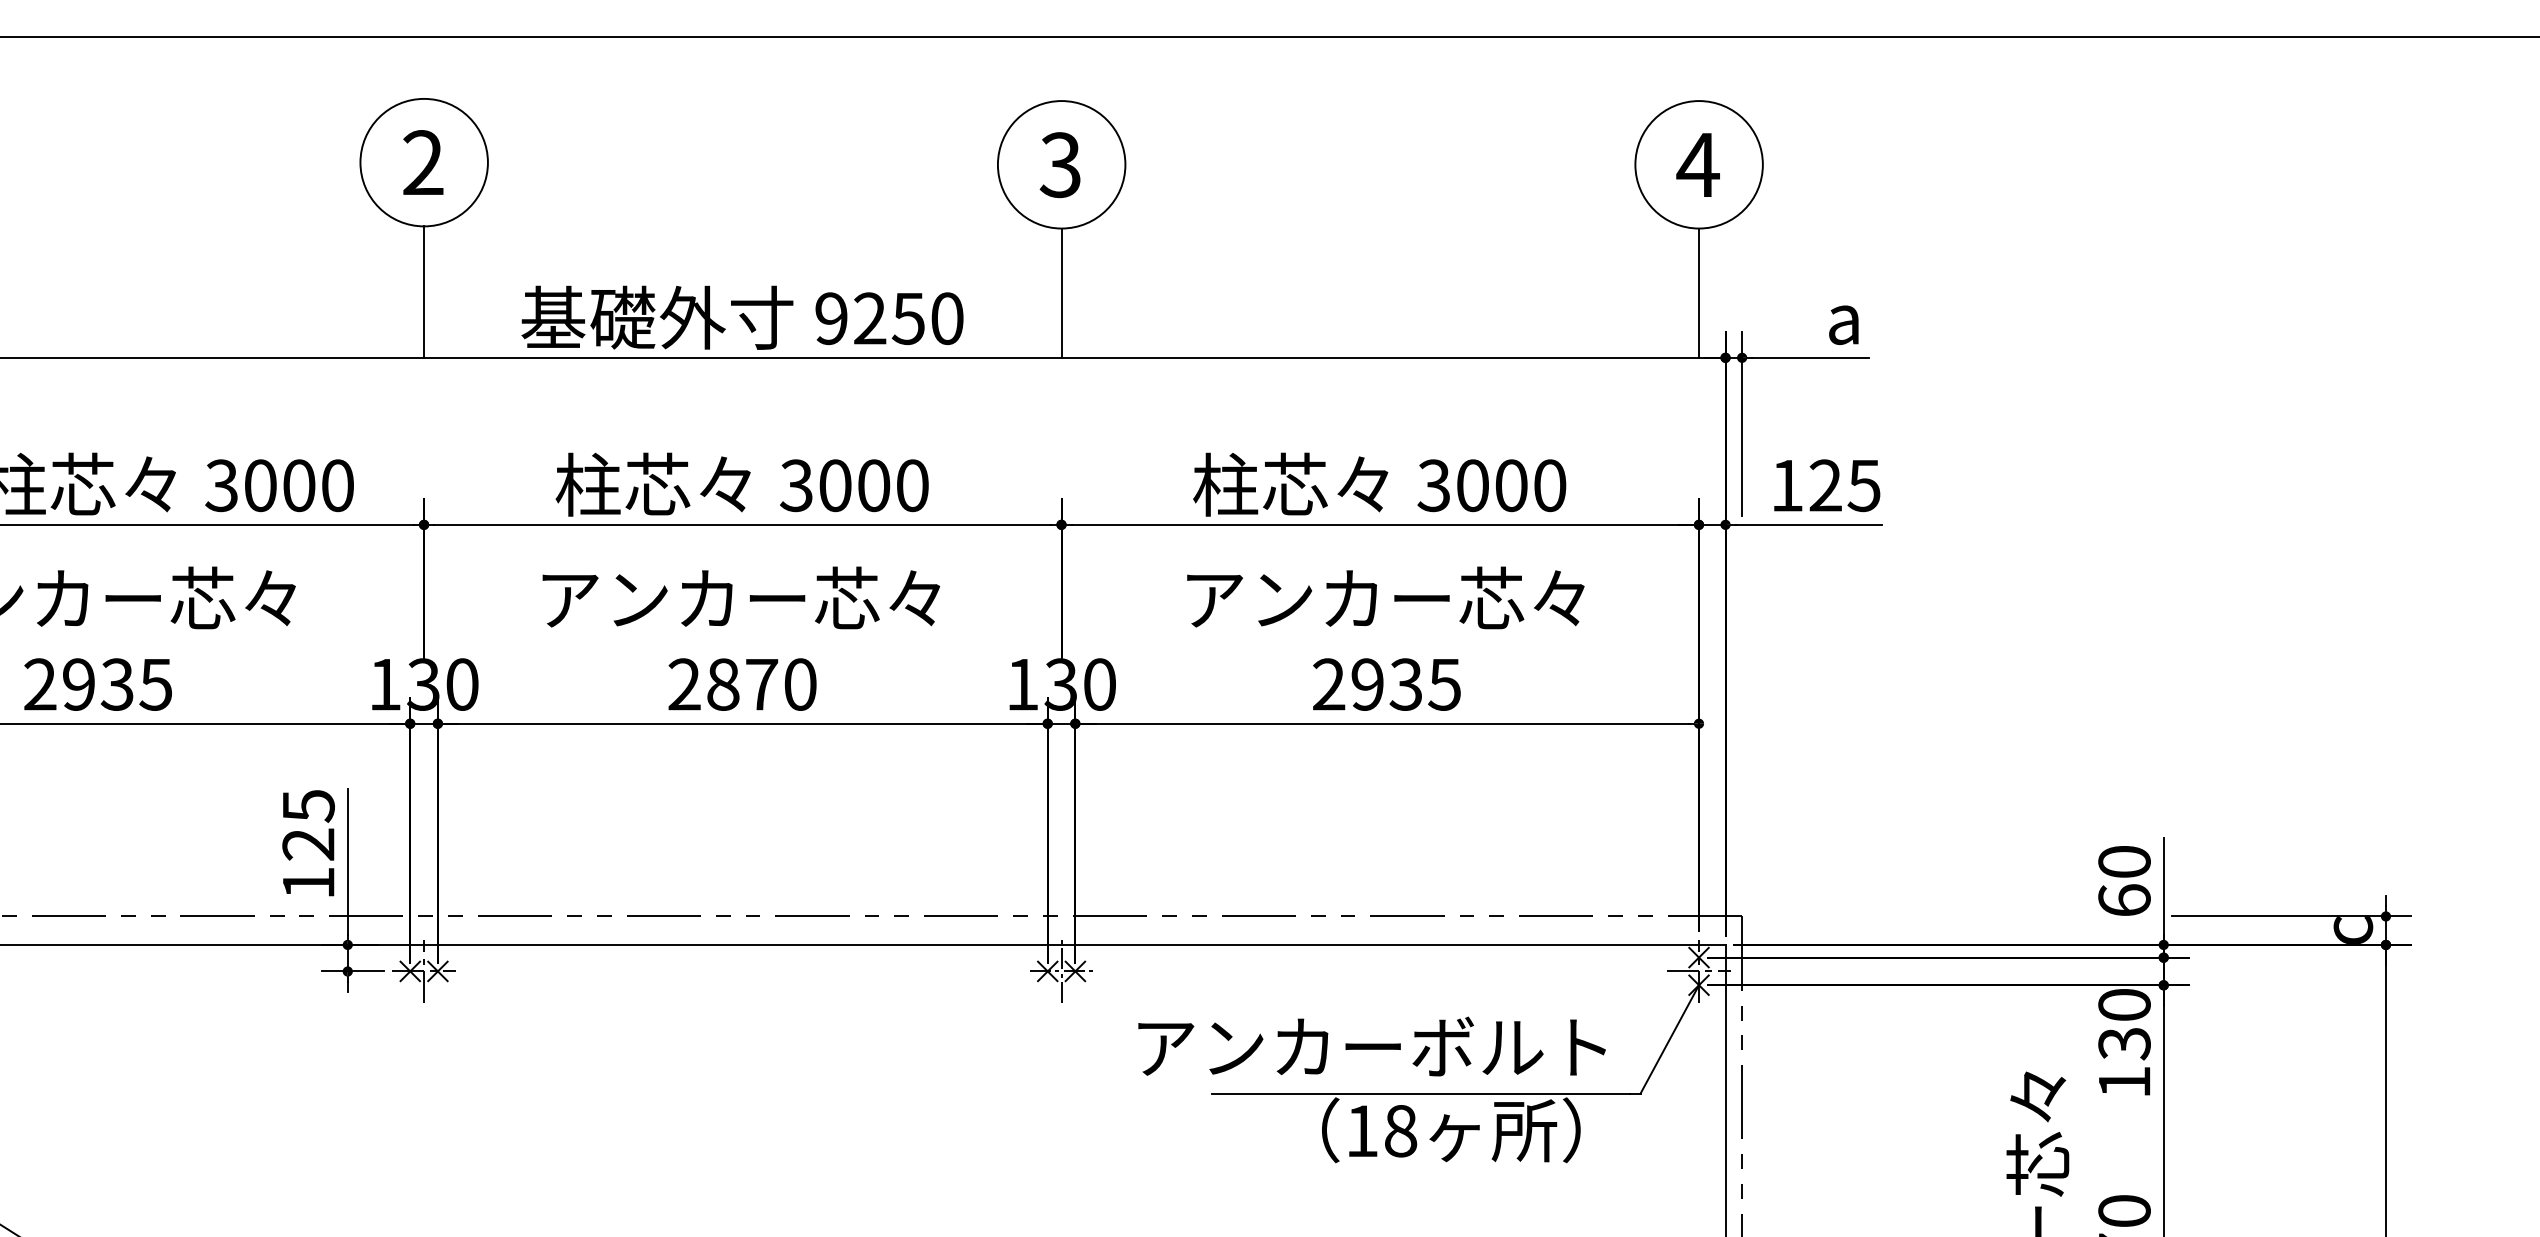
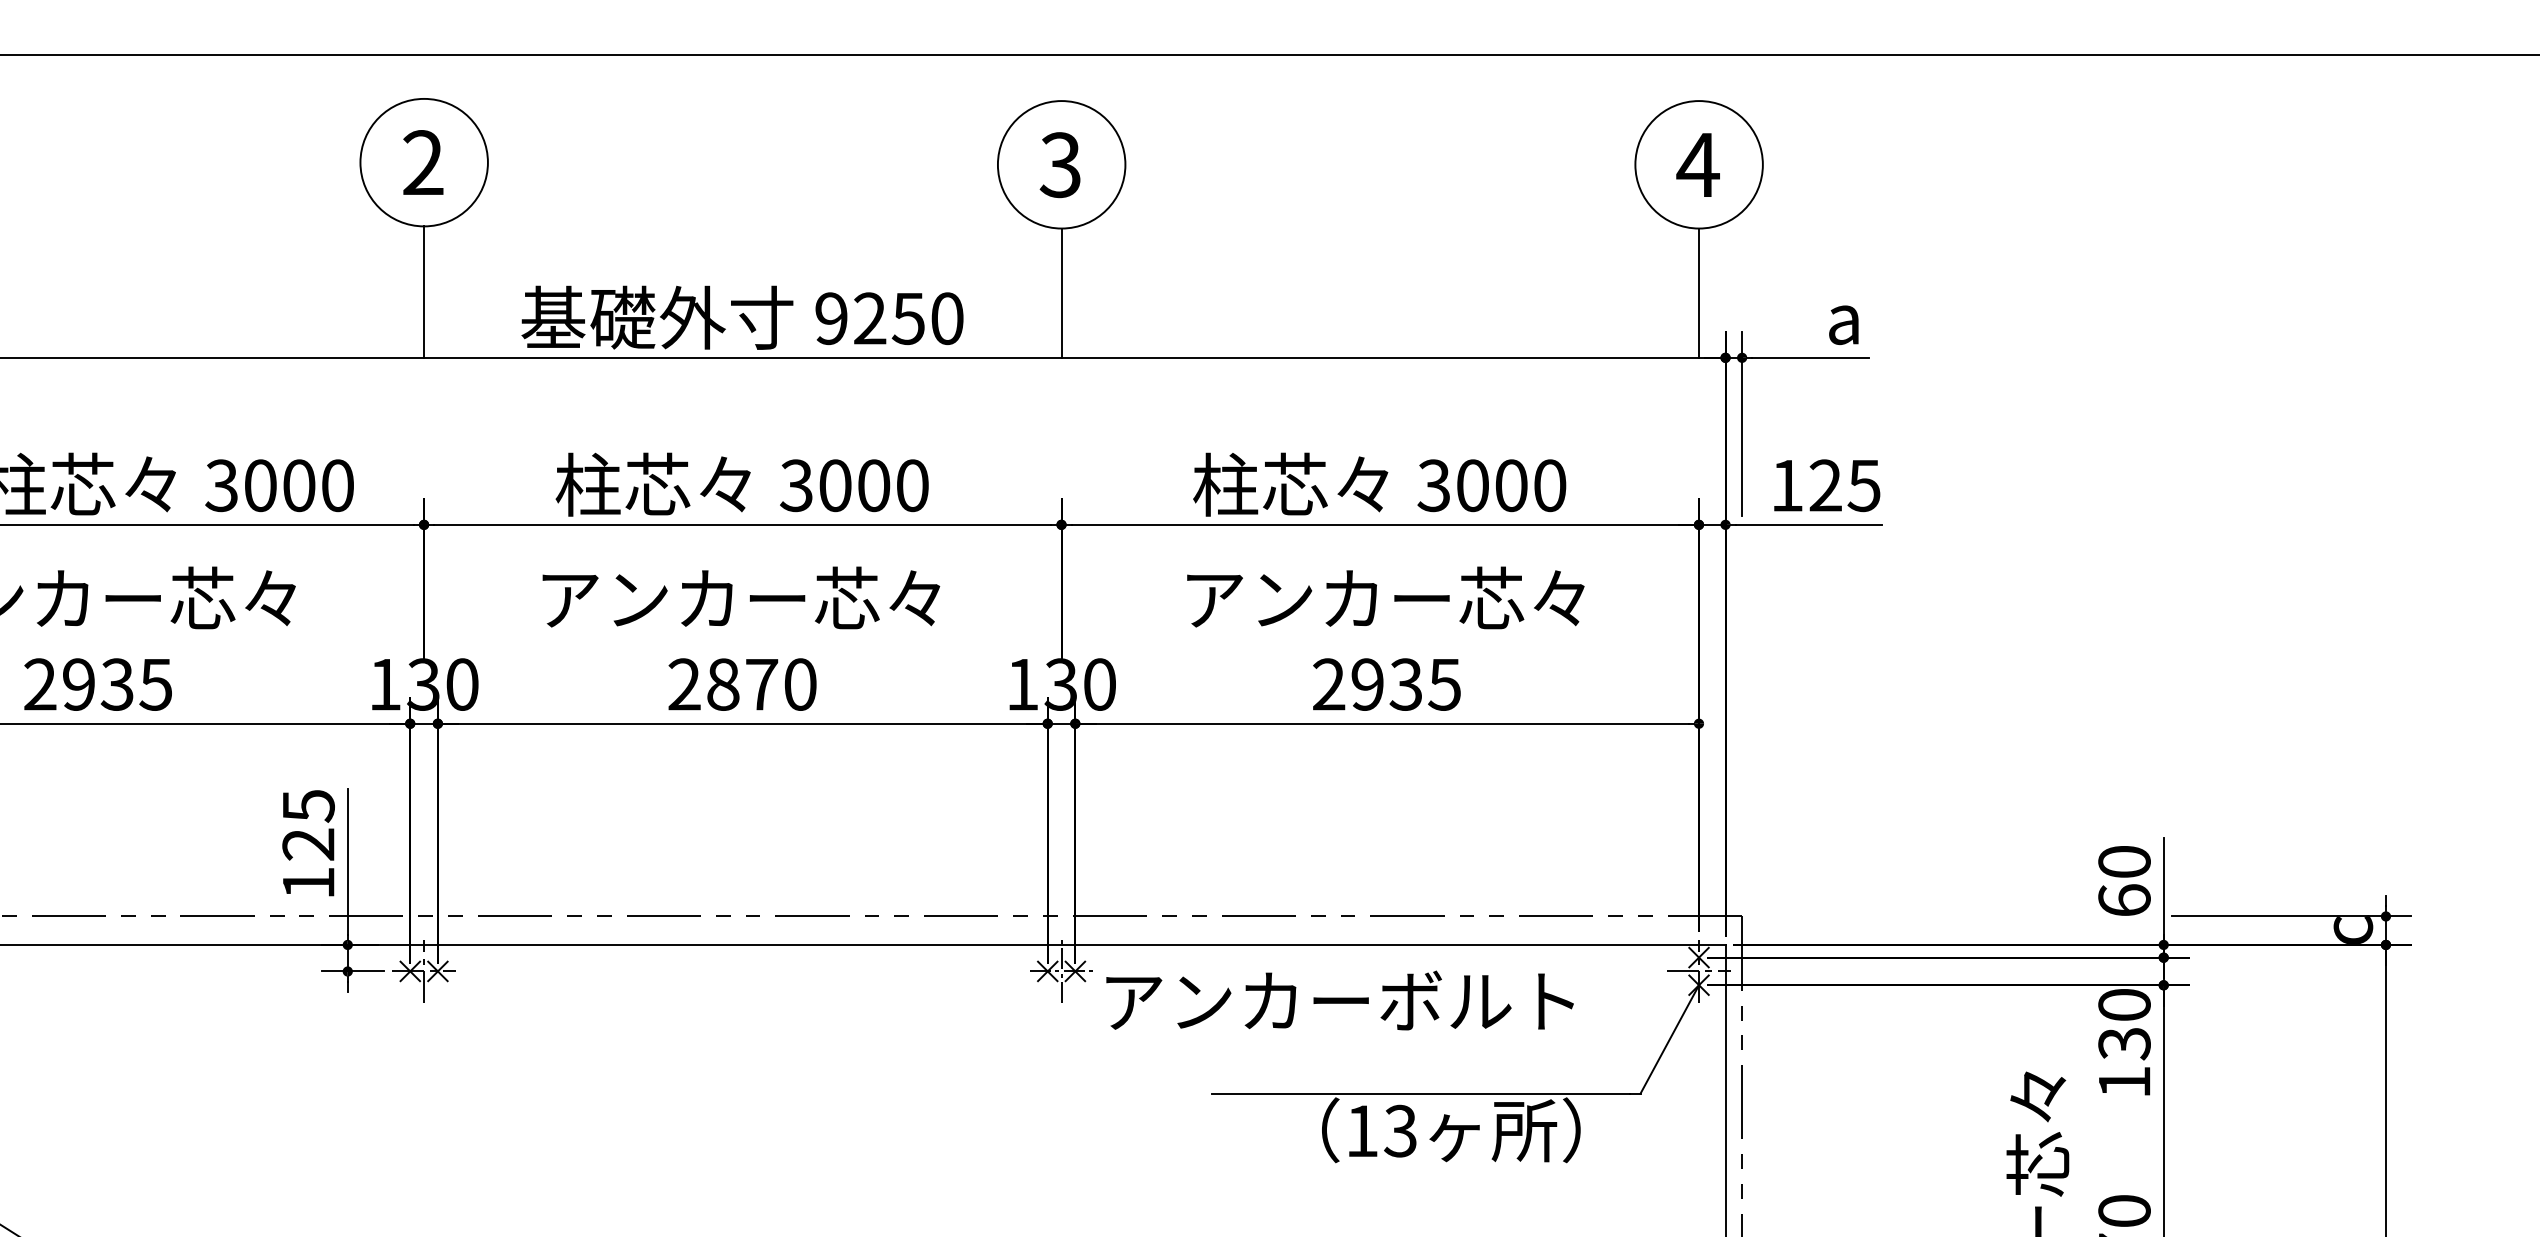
line at (1269, 36) position: (1269, 36) -> (1269, 54)
text at (1371, 1046) position: (1371, 1046) -> (1339, 1000)
text at (1400, 1130): 18 -> 13
